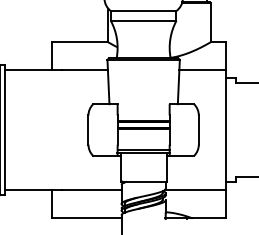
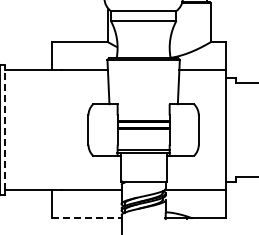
line at (4, 127): solid -> dashed
line at (86, 218): solid -> dashed
